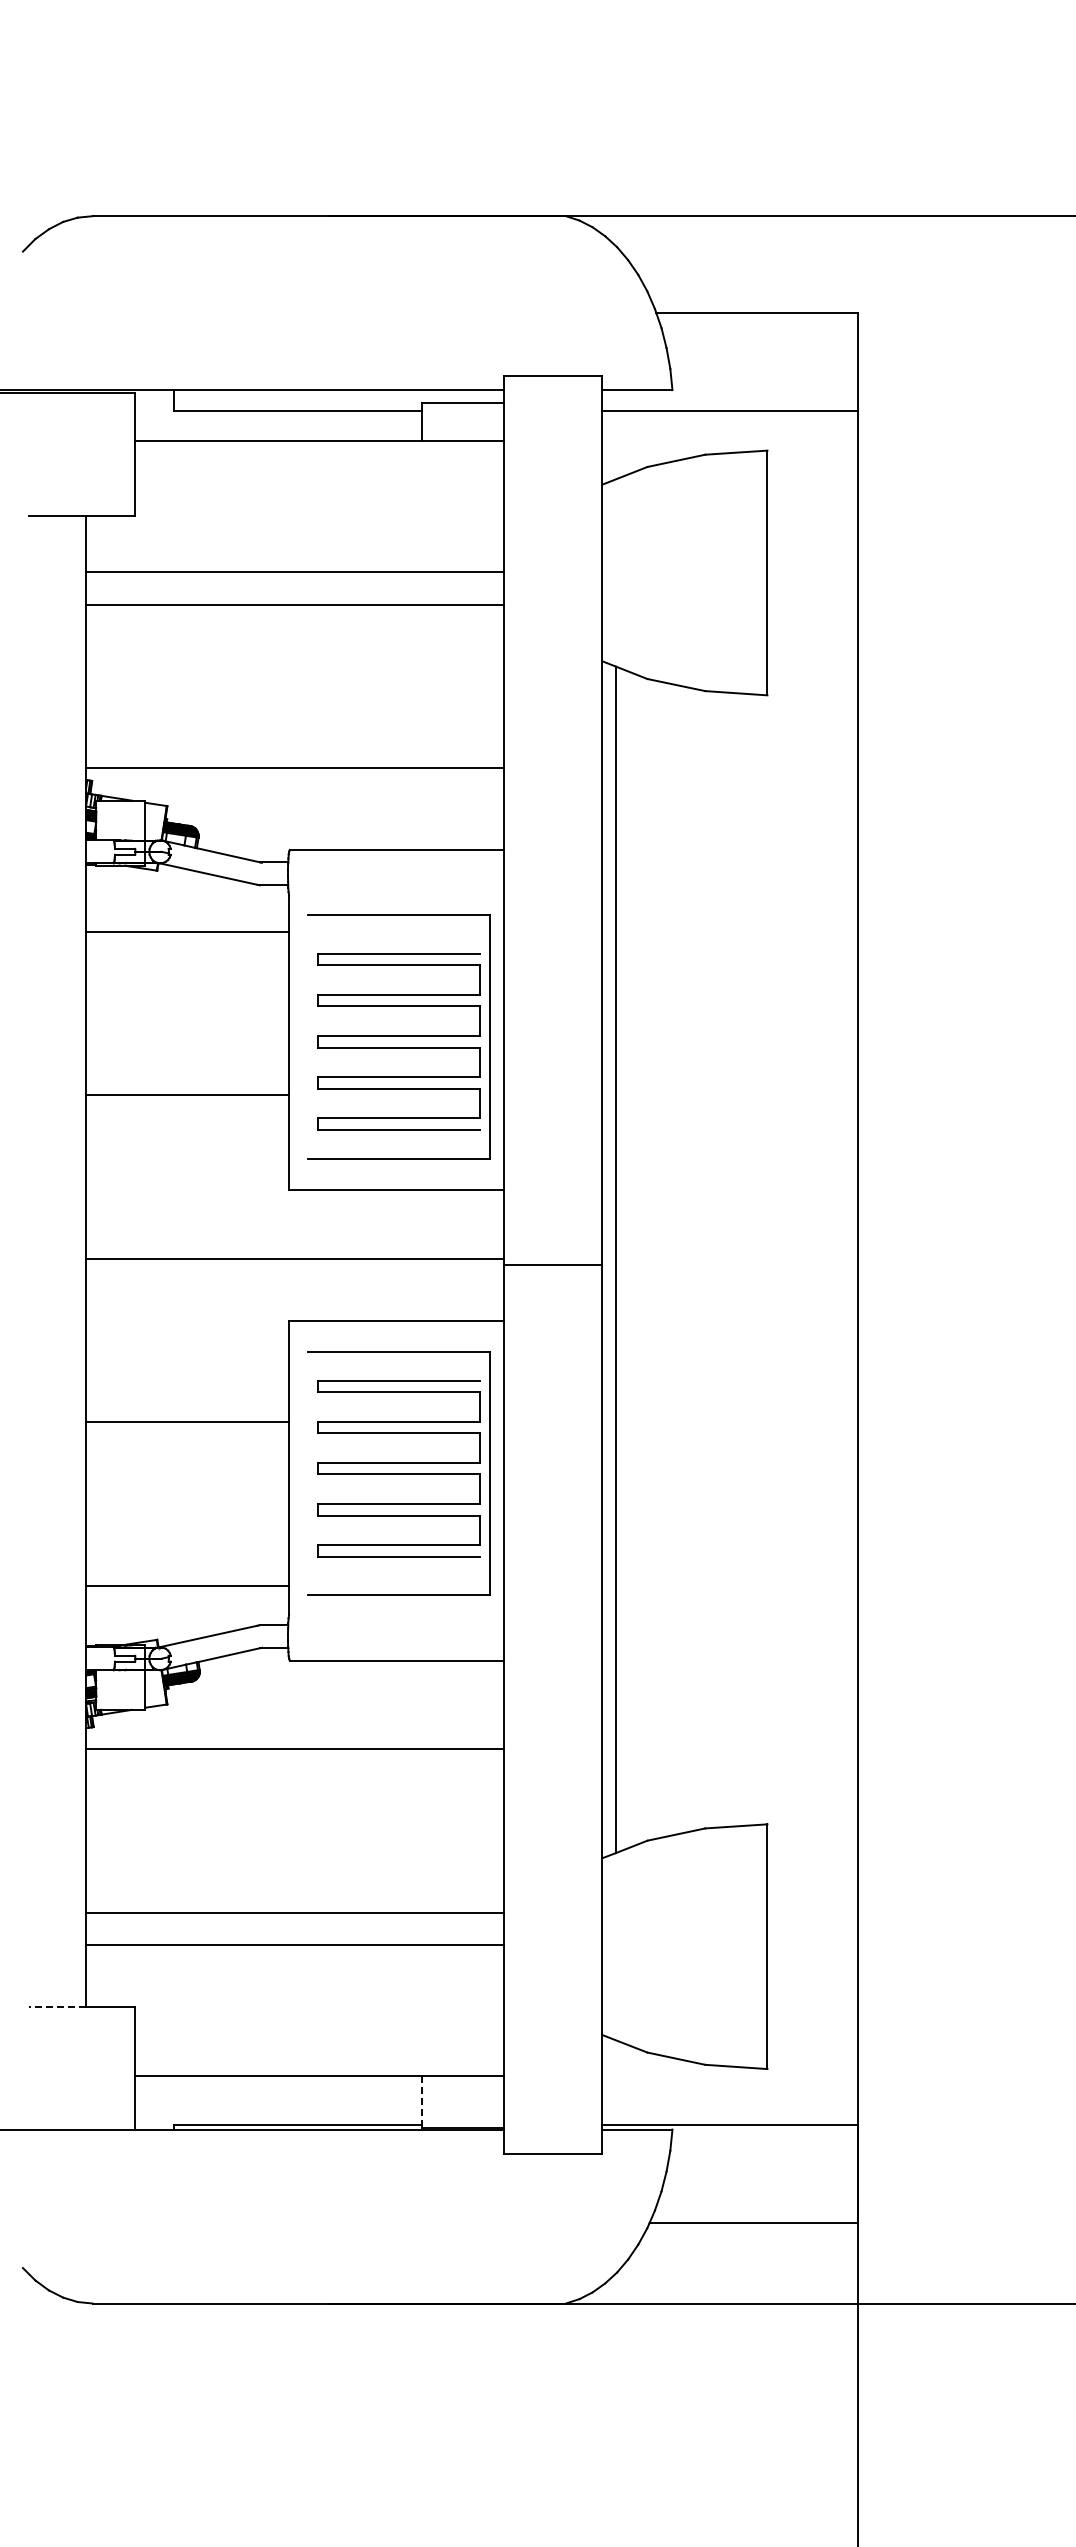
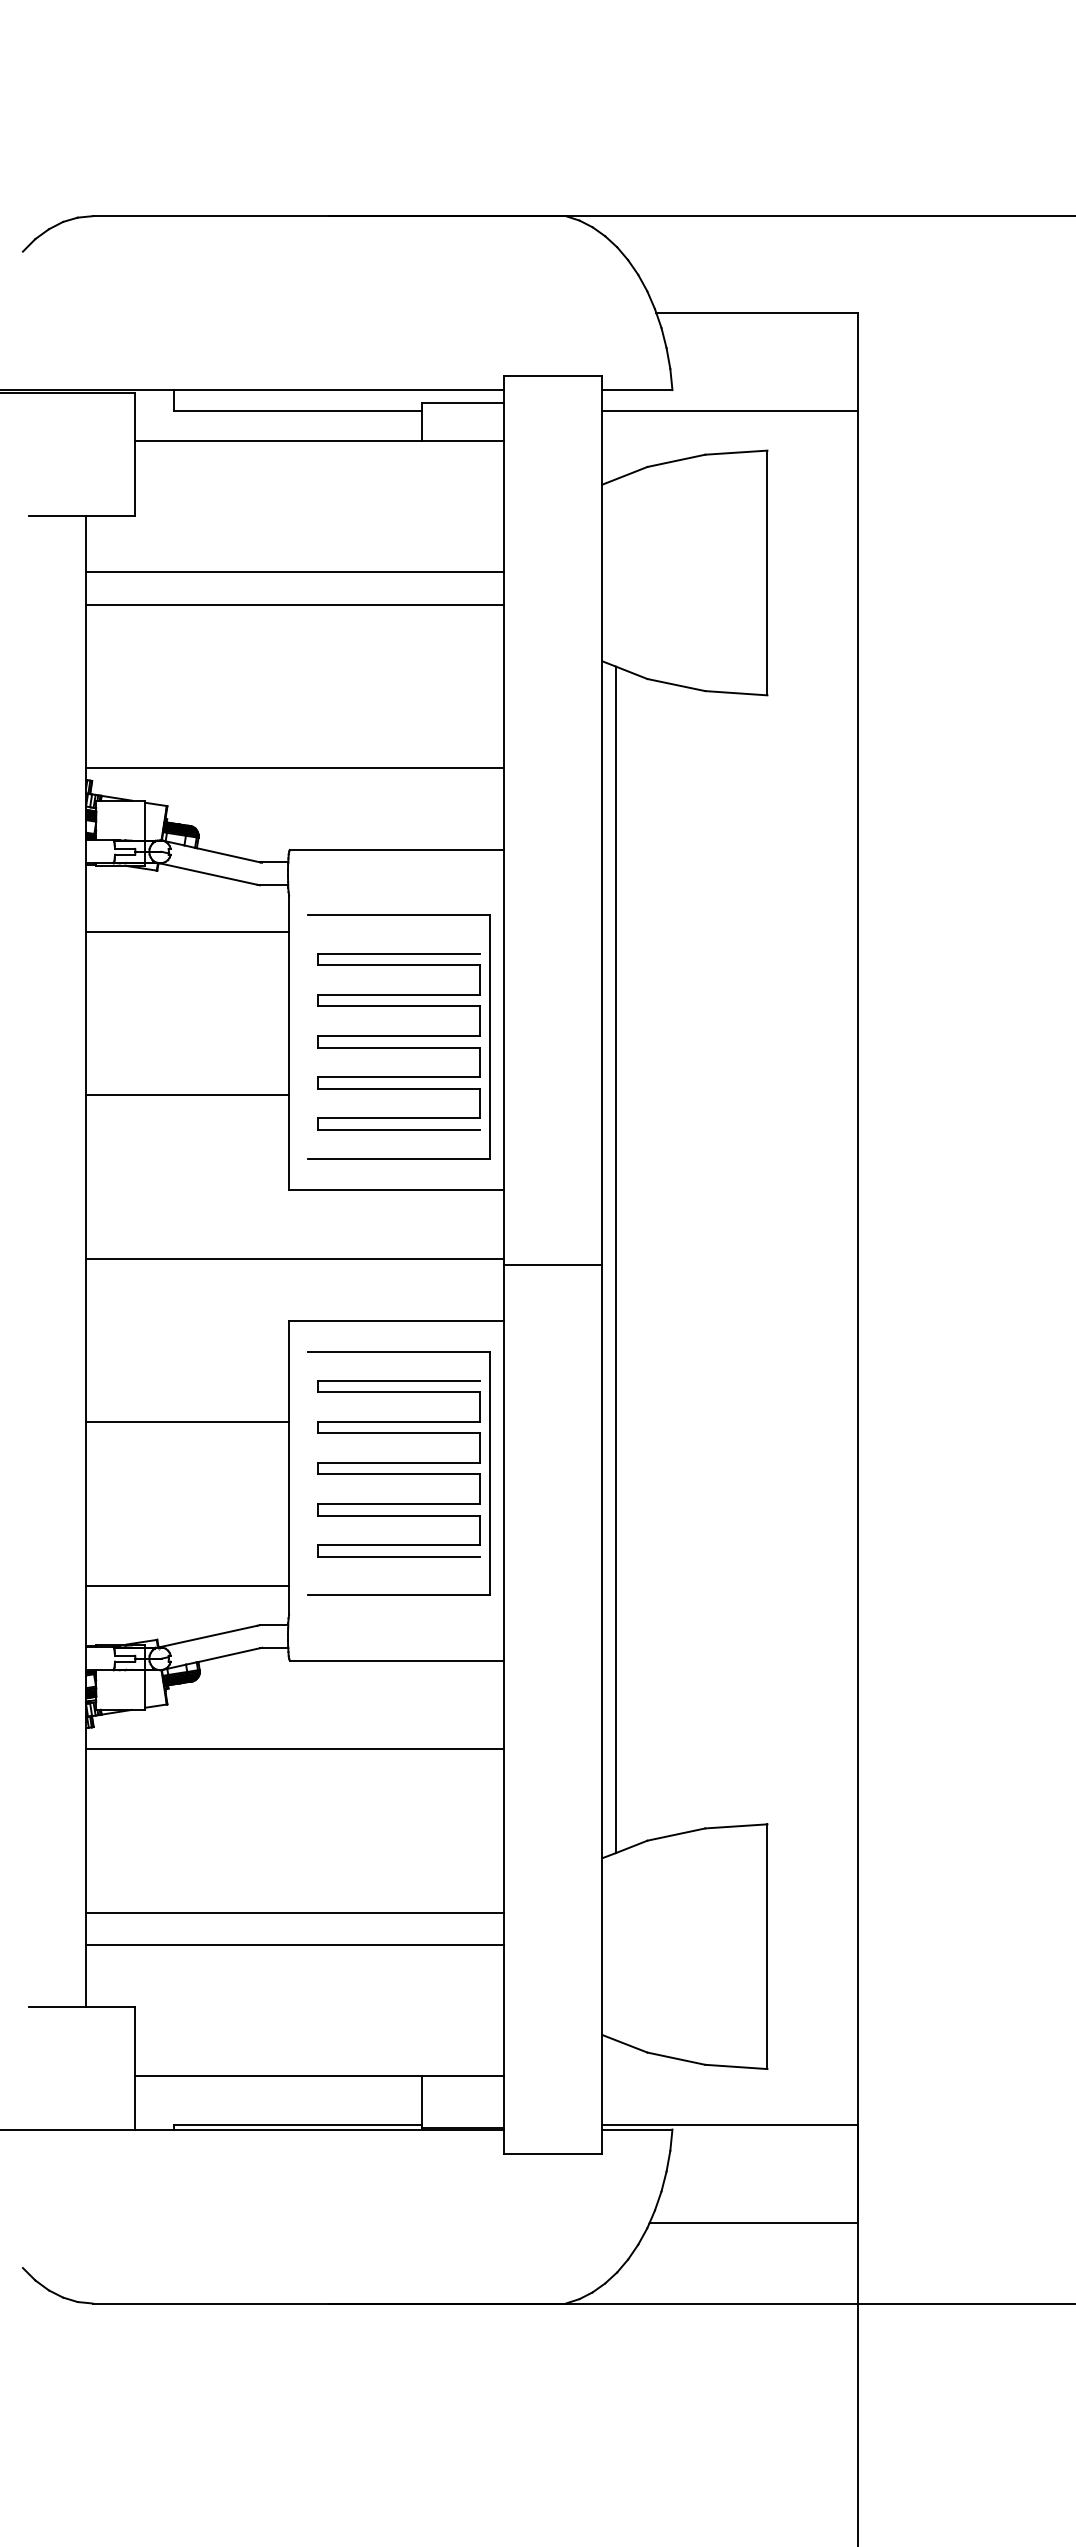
line at (57, 2006): dashed -> solid
line at (422, 2101): dashed -> solid
